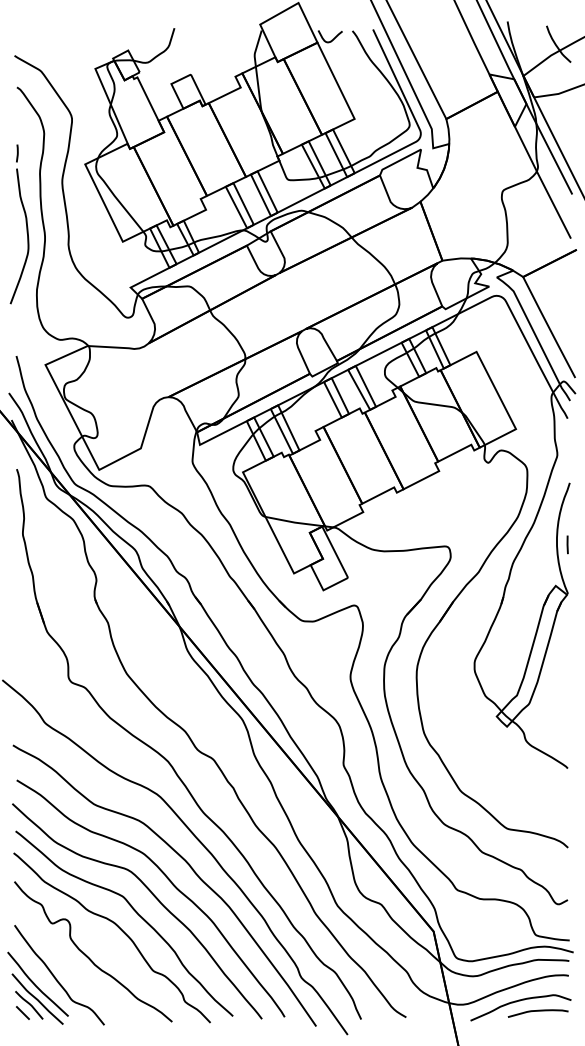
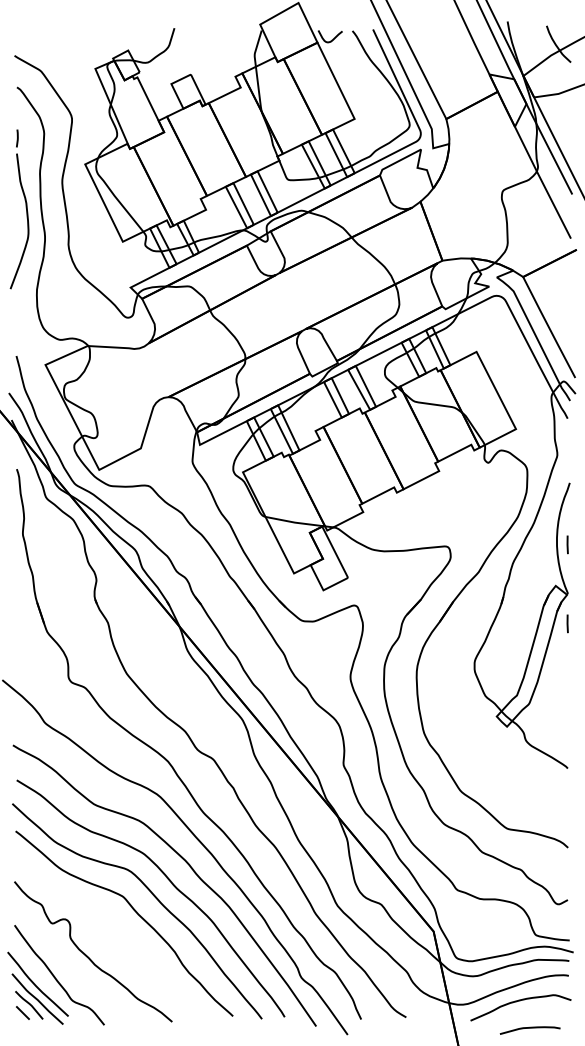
part at (25, 222) position: (25, 222) -> (25, 207)
line at (567, 623): none -> present
curve at (119, 929): present -> none
curve at (537, 1011) position: (537, 1011) -> (529, 1028)
